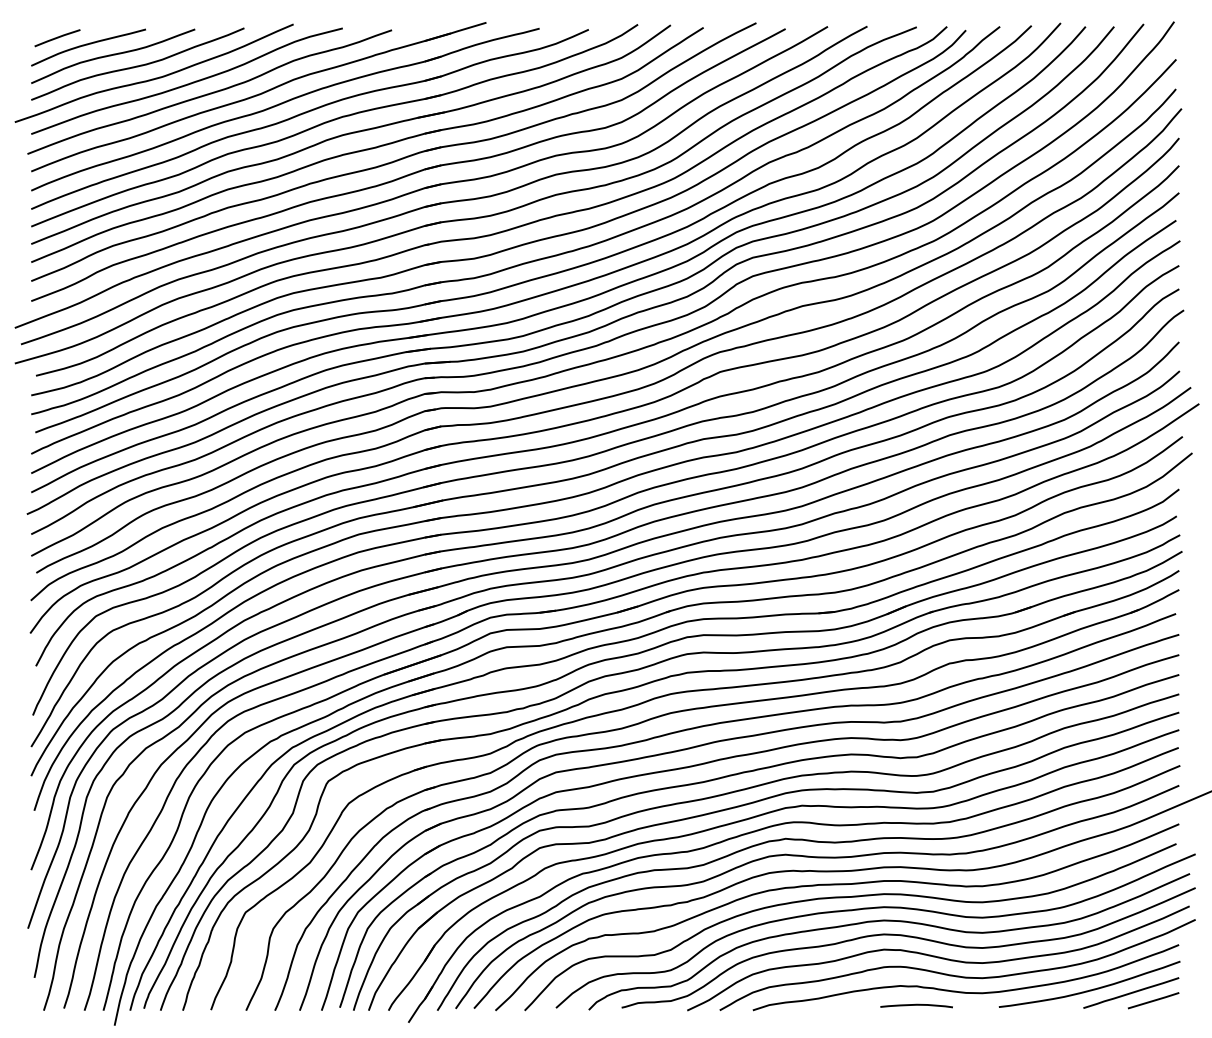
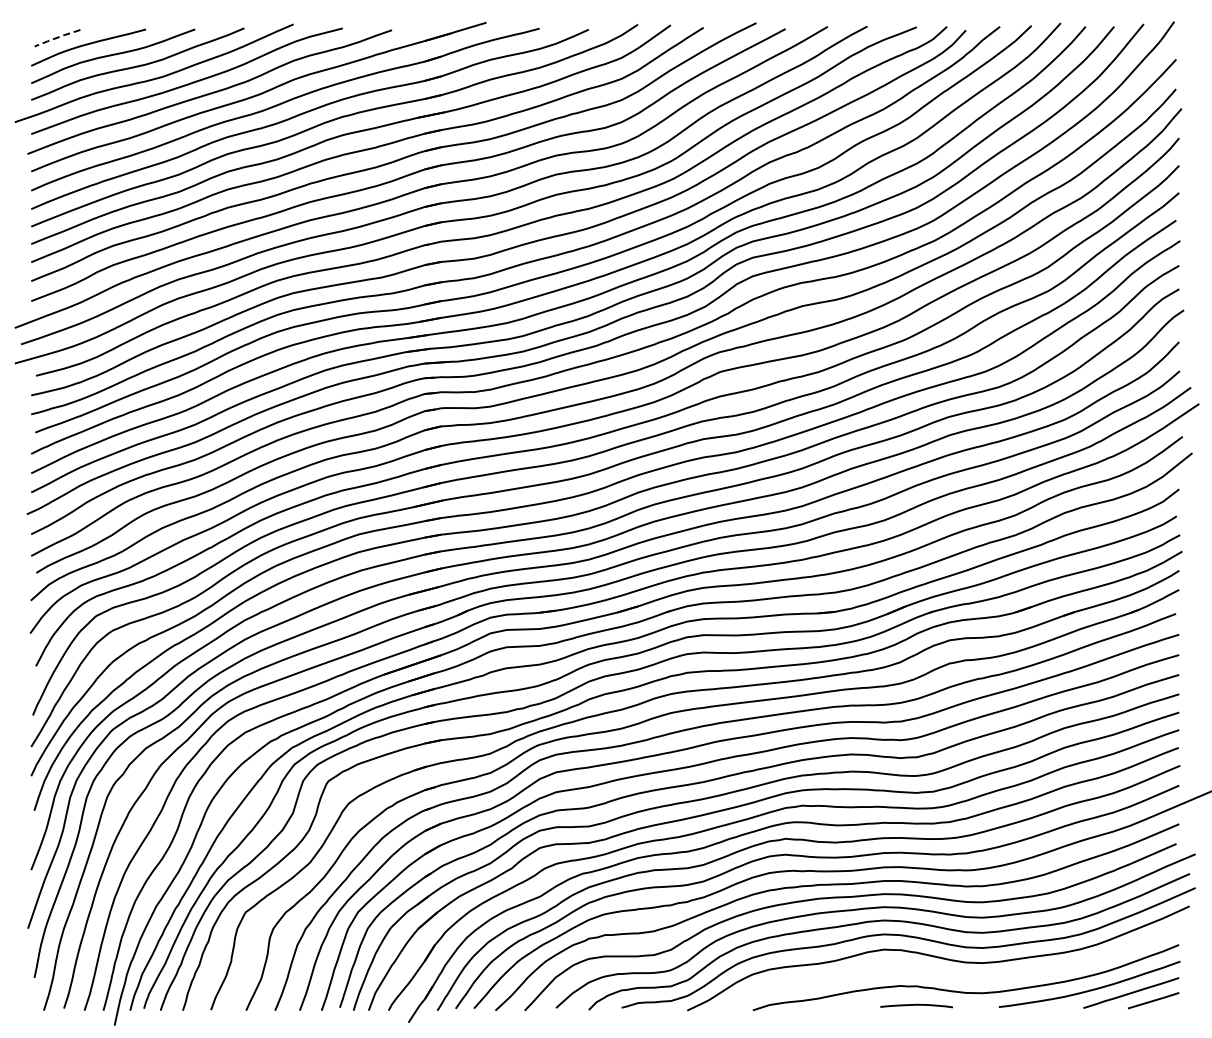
line at (57, 37): solid -> dashed
curve at (957, 975): present -> none
